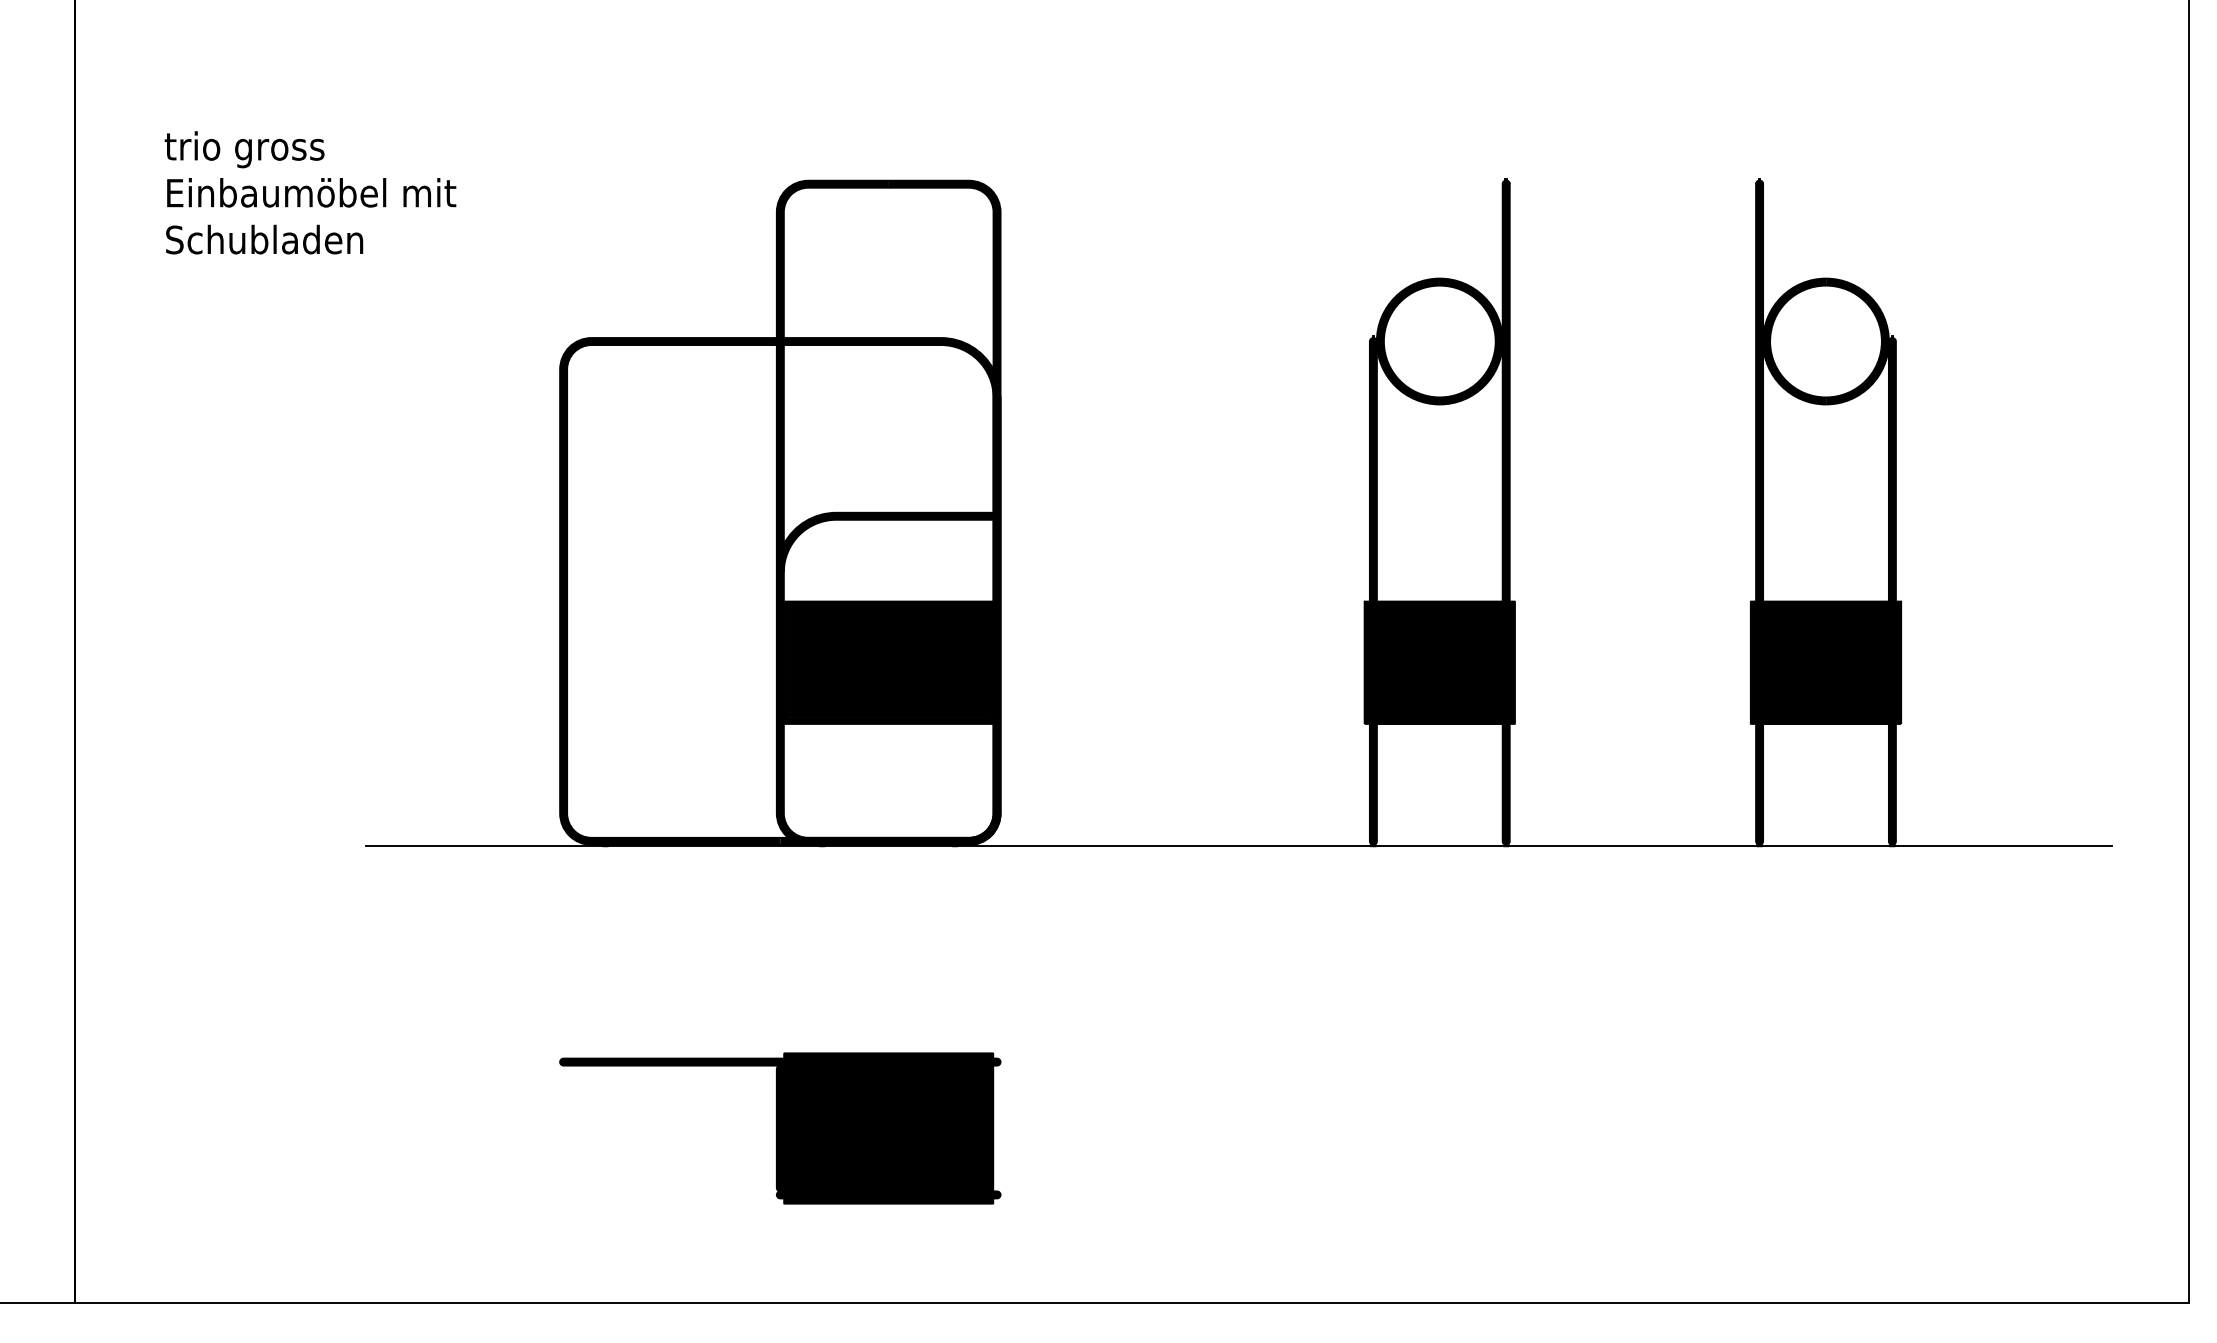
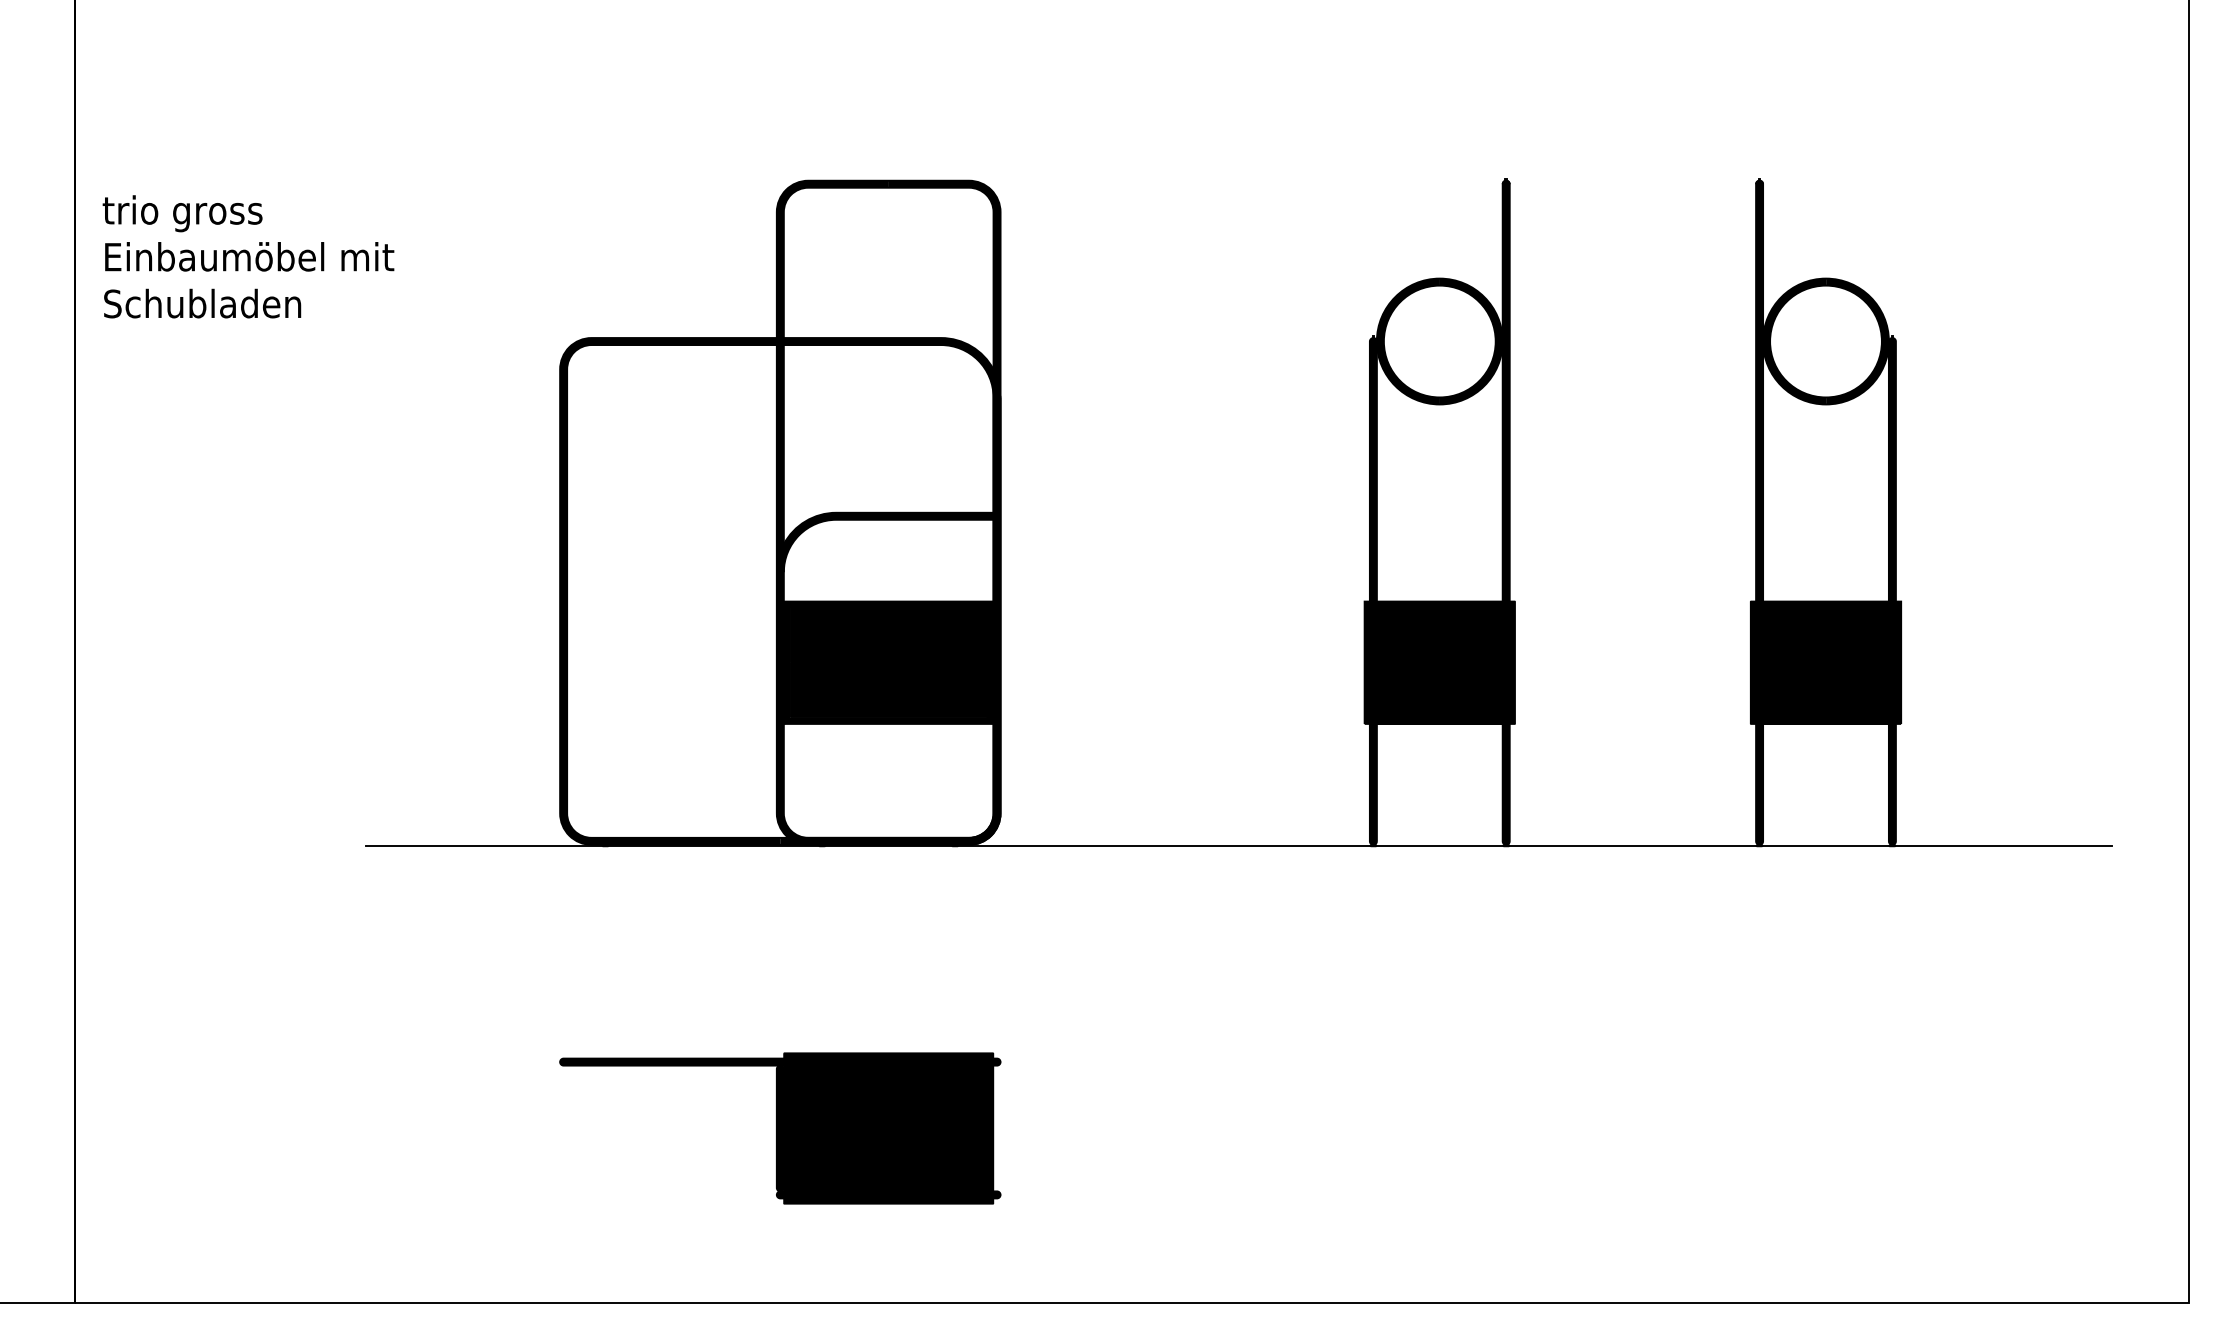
text at (310, 192) position: (310, 192) -> (248, 256)
